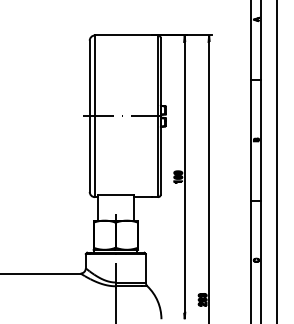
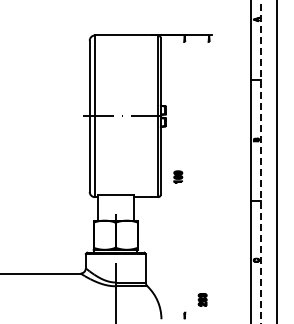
line at (261, 161): solid -> dashed
line at (184, 176): present -> none
line at (209, 180): present -> none
